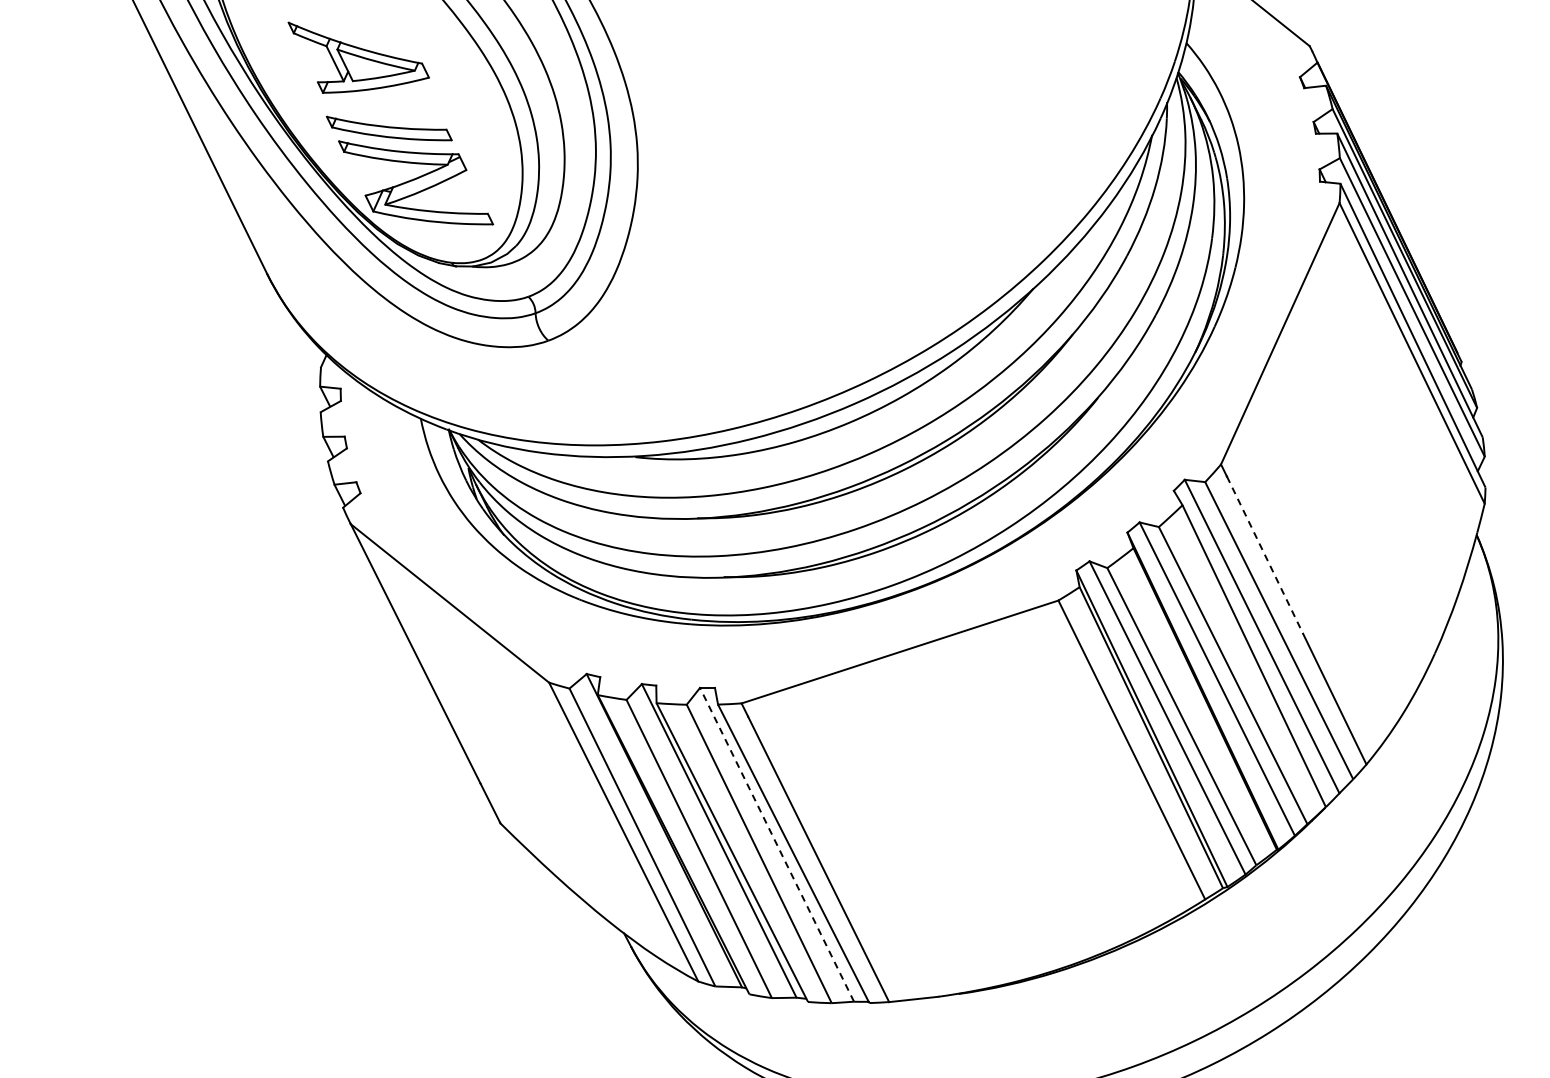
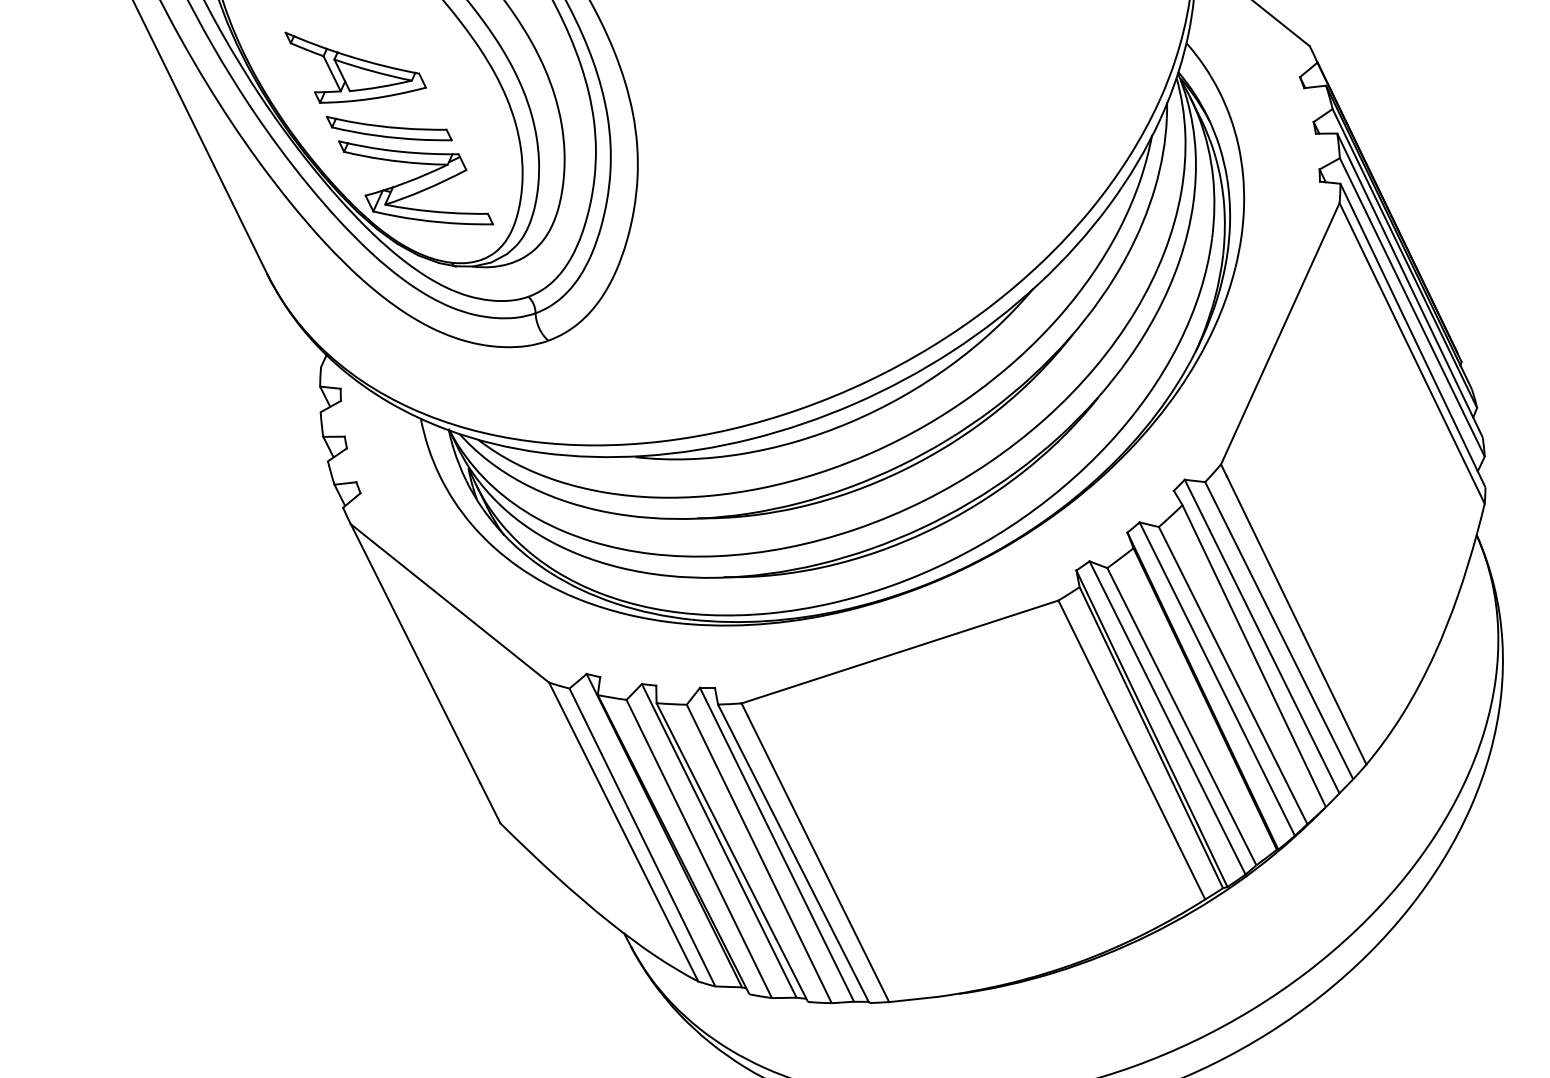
part at (358, 57) position: (358, 57) -> (355, 67)
line at (1265, 555): dashed -> solid
line at (777, 844): dashed -> solid
